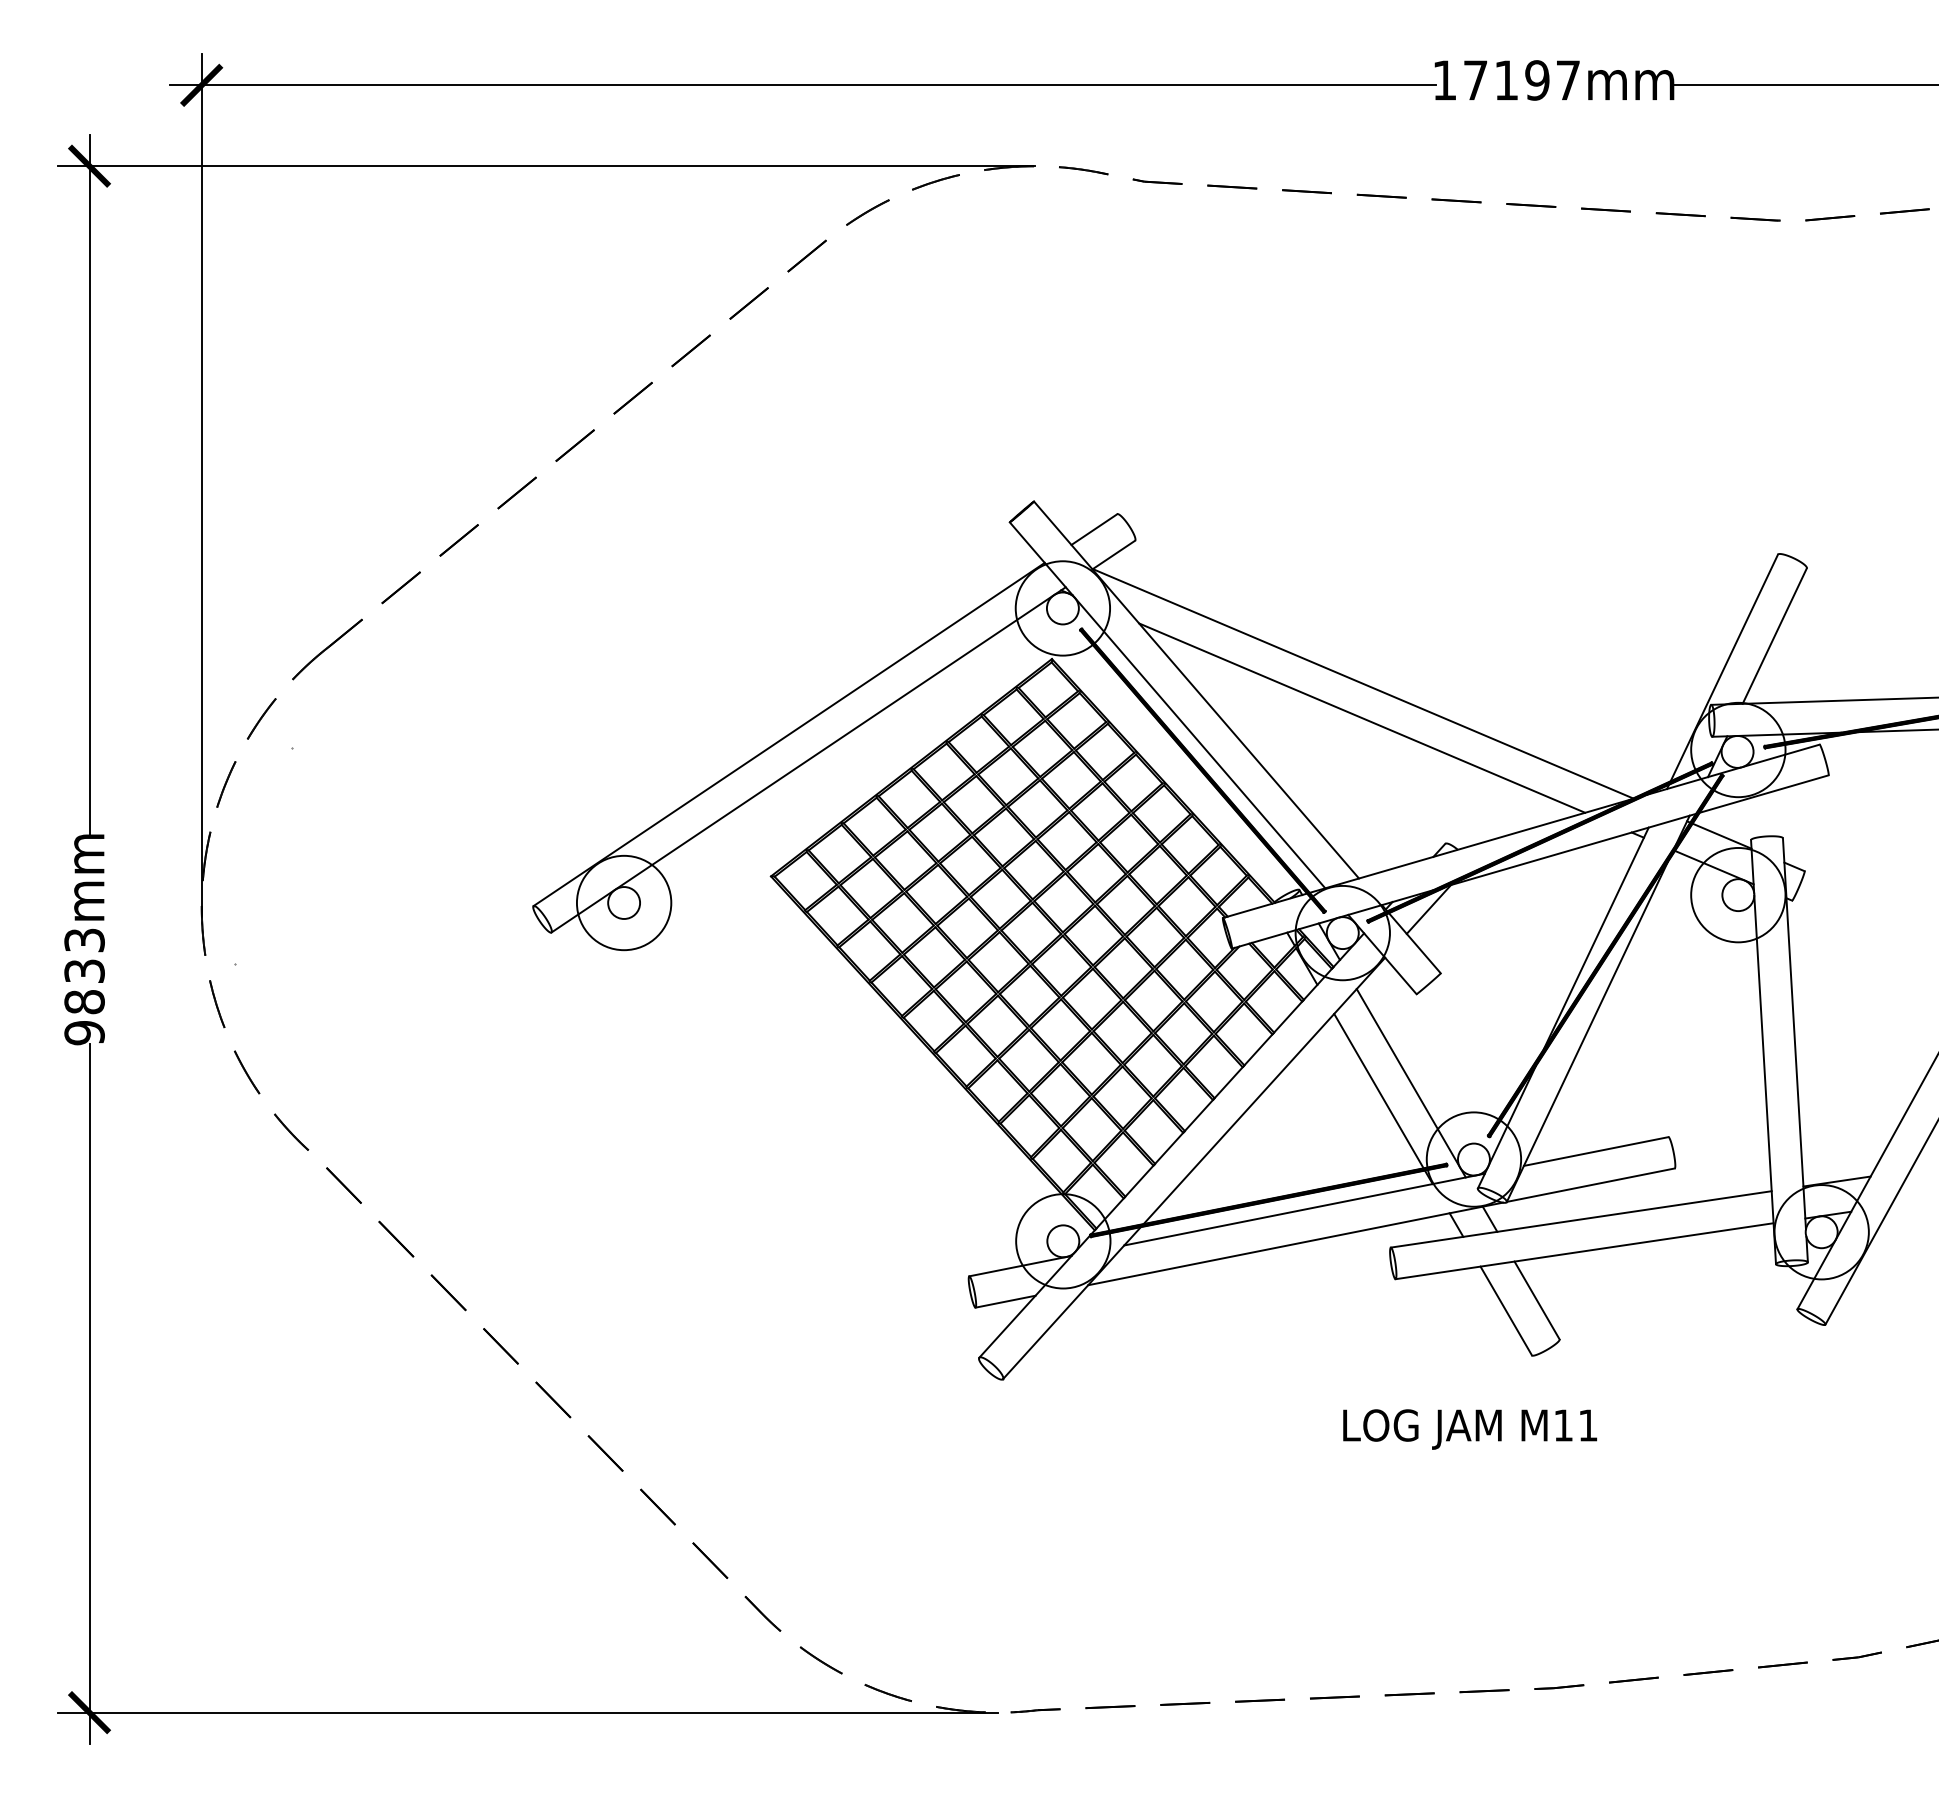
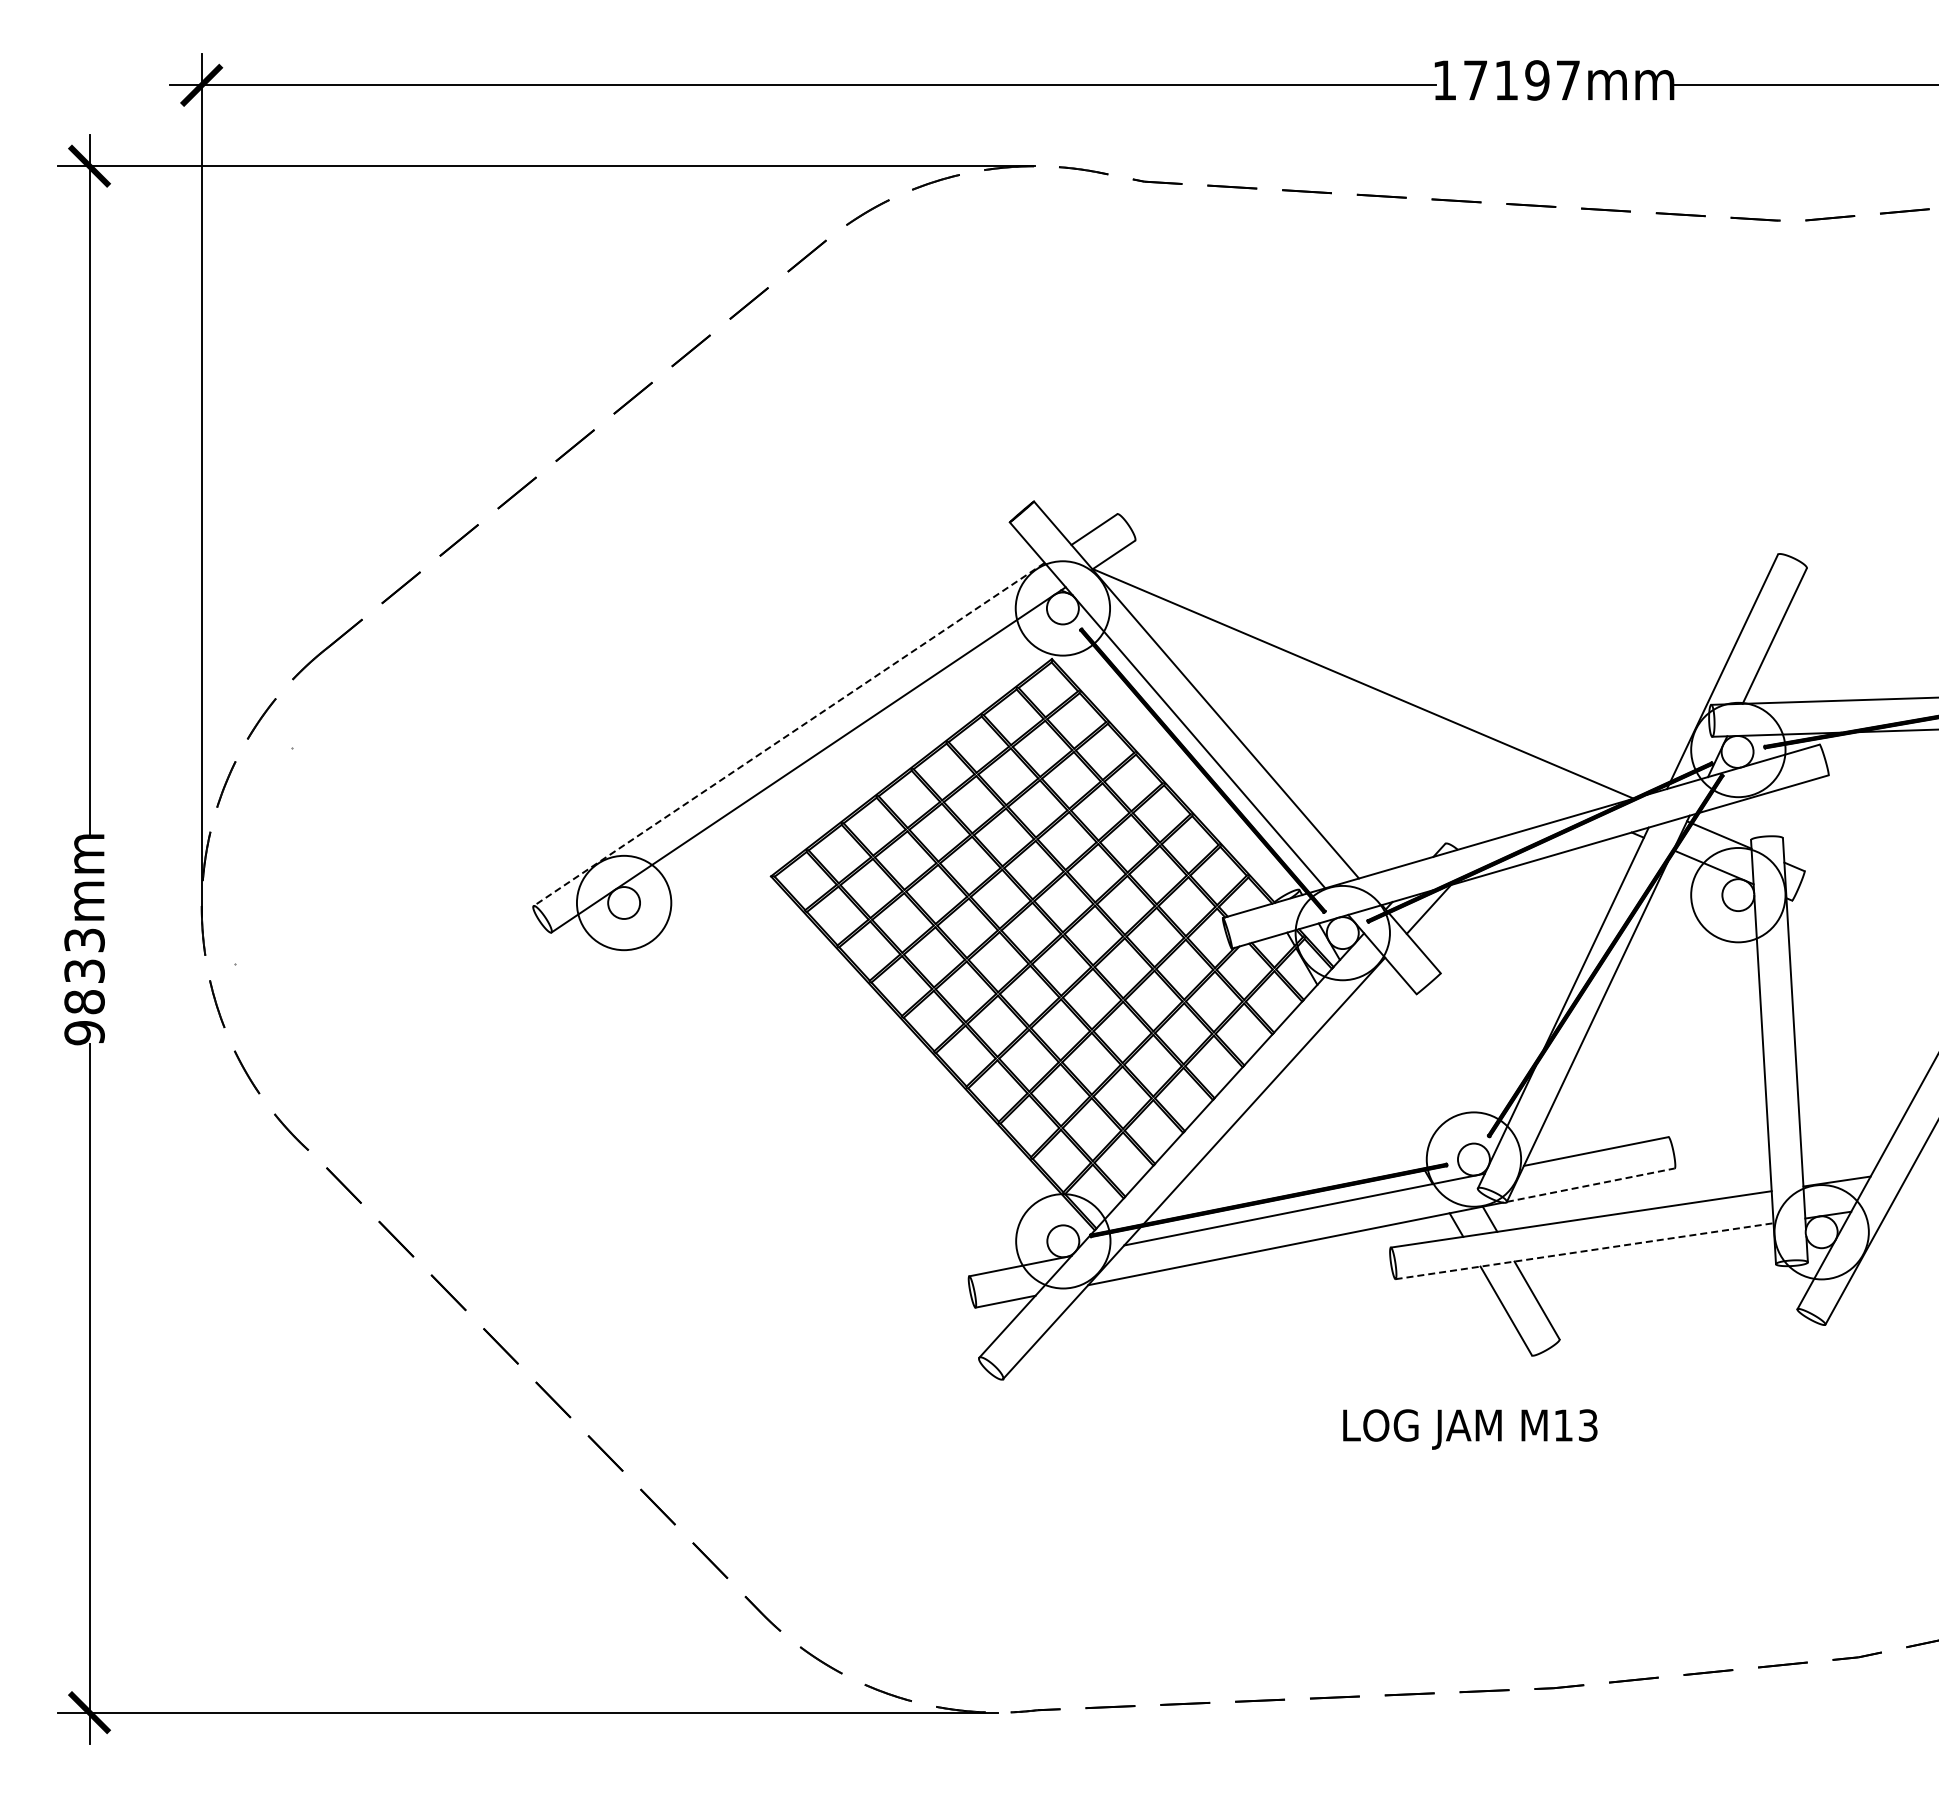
line at (1362, 717): present -> none
line at (789, 734): solid -> dashed
line at (1410, 1083): present -> none
line at (1378, 1090): present -> none
line at (1590, 1185): solid -> dashed
line at (1585, 1251): solid -> dashed
text at (1588, 1425): M11 -> M13
